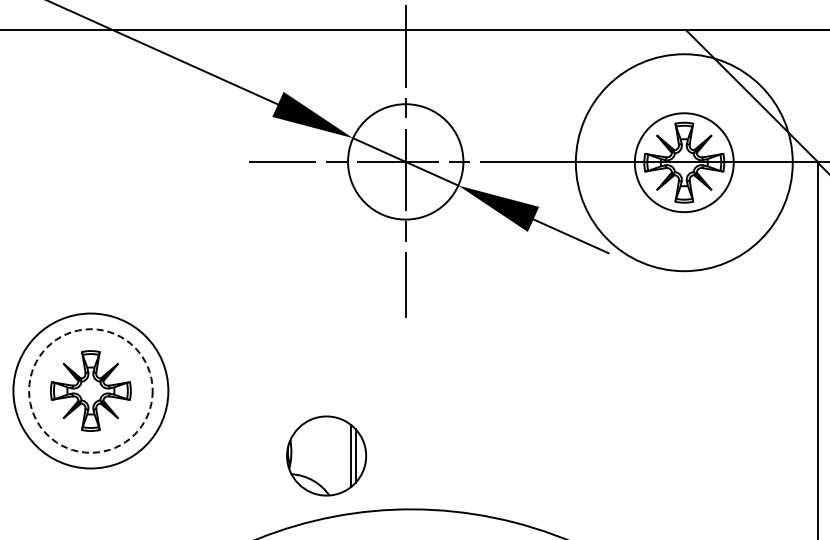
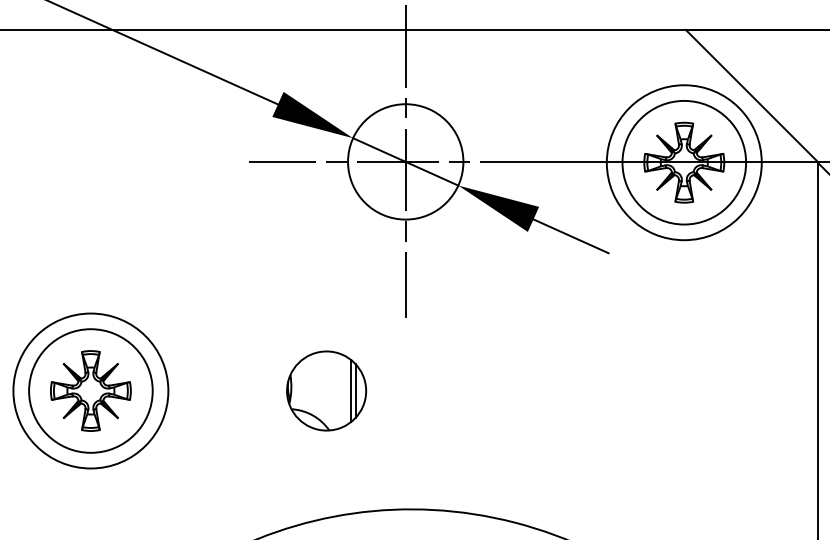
circle at (683, 162) diameter: 217 px -> 155 px
circle at (683, 162) diameter: 99 px -> 124 px
circle at (90, 390): dashed -> solid
part at (326, 455) position: (326, 455) -> (326, 390)
